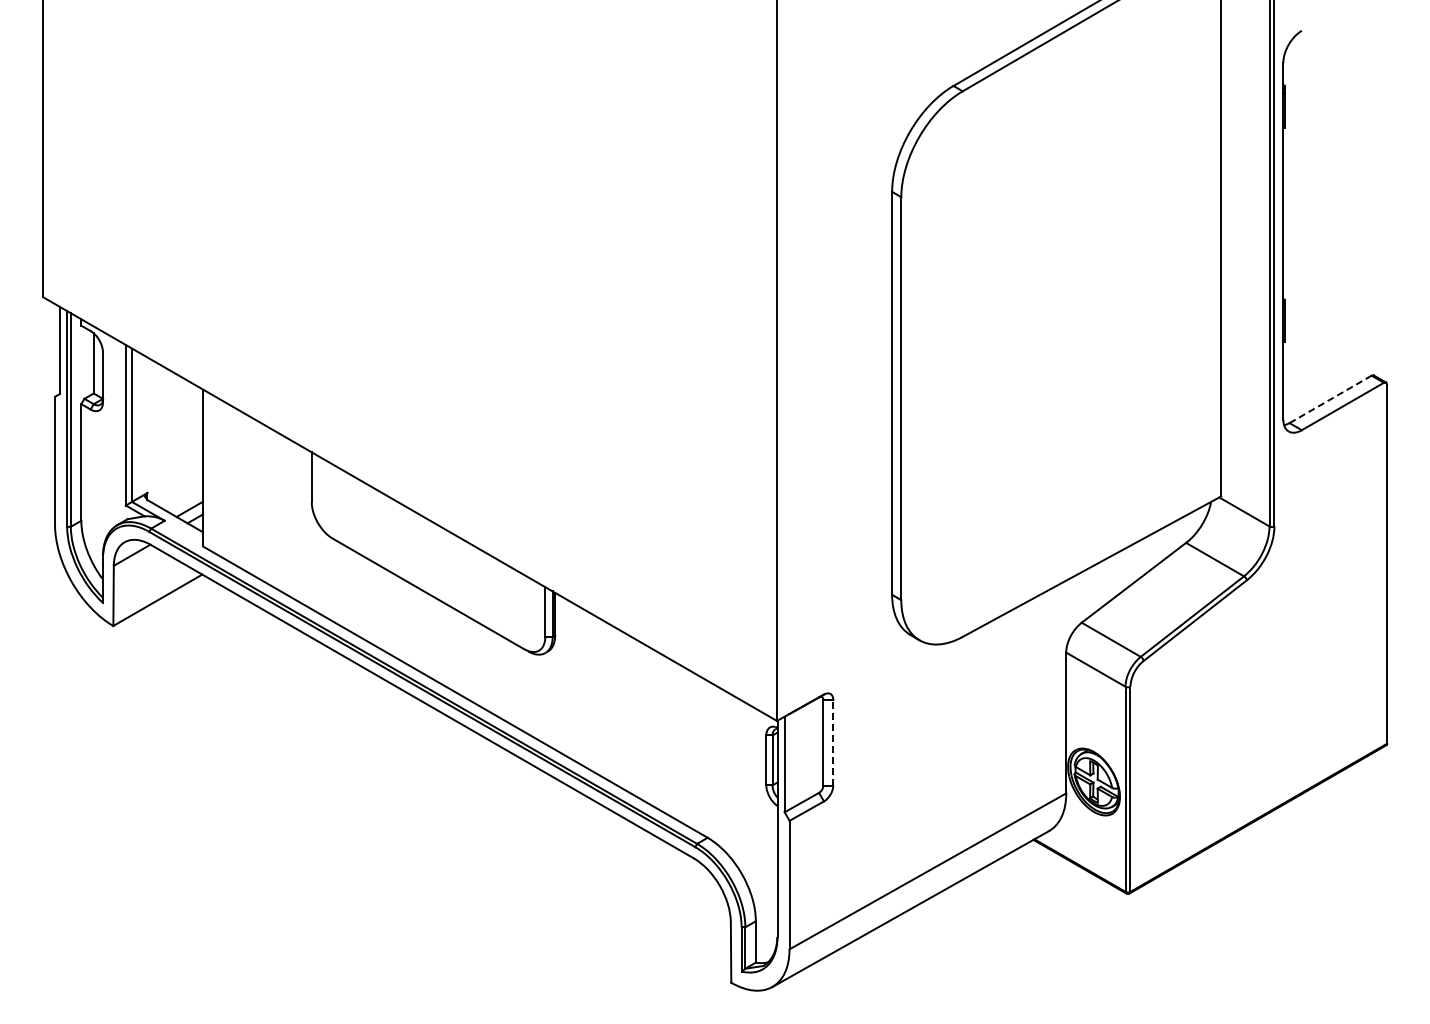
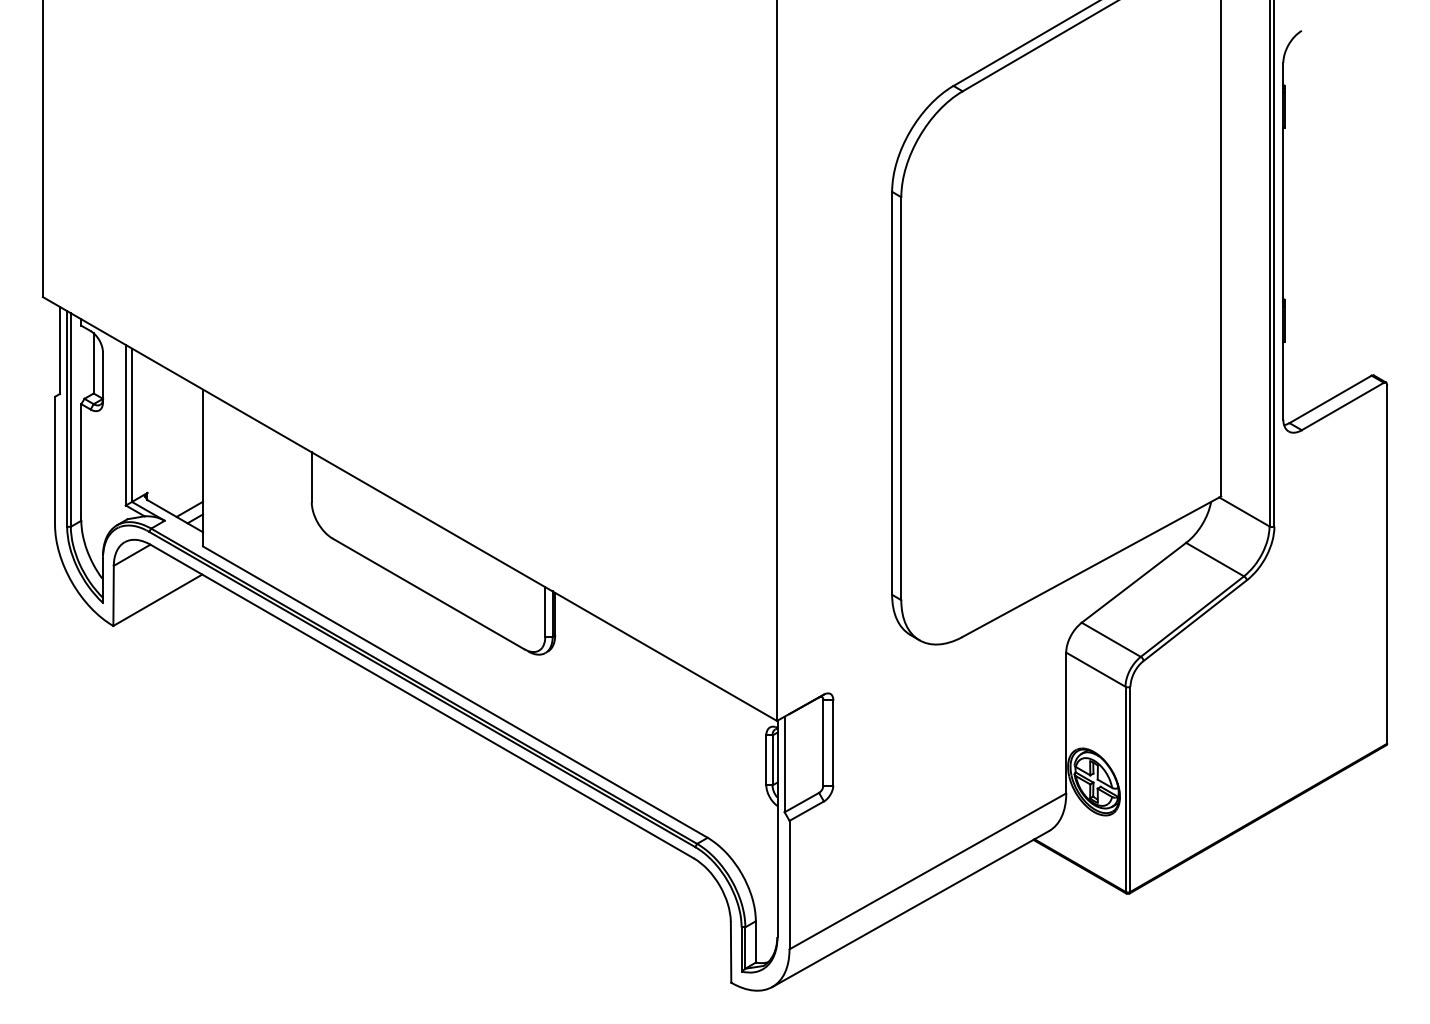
line at (1331, 399): dashed -> solid
line at (833, 742): dashed -> solid
